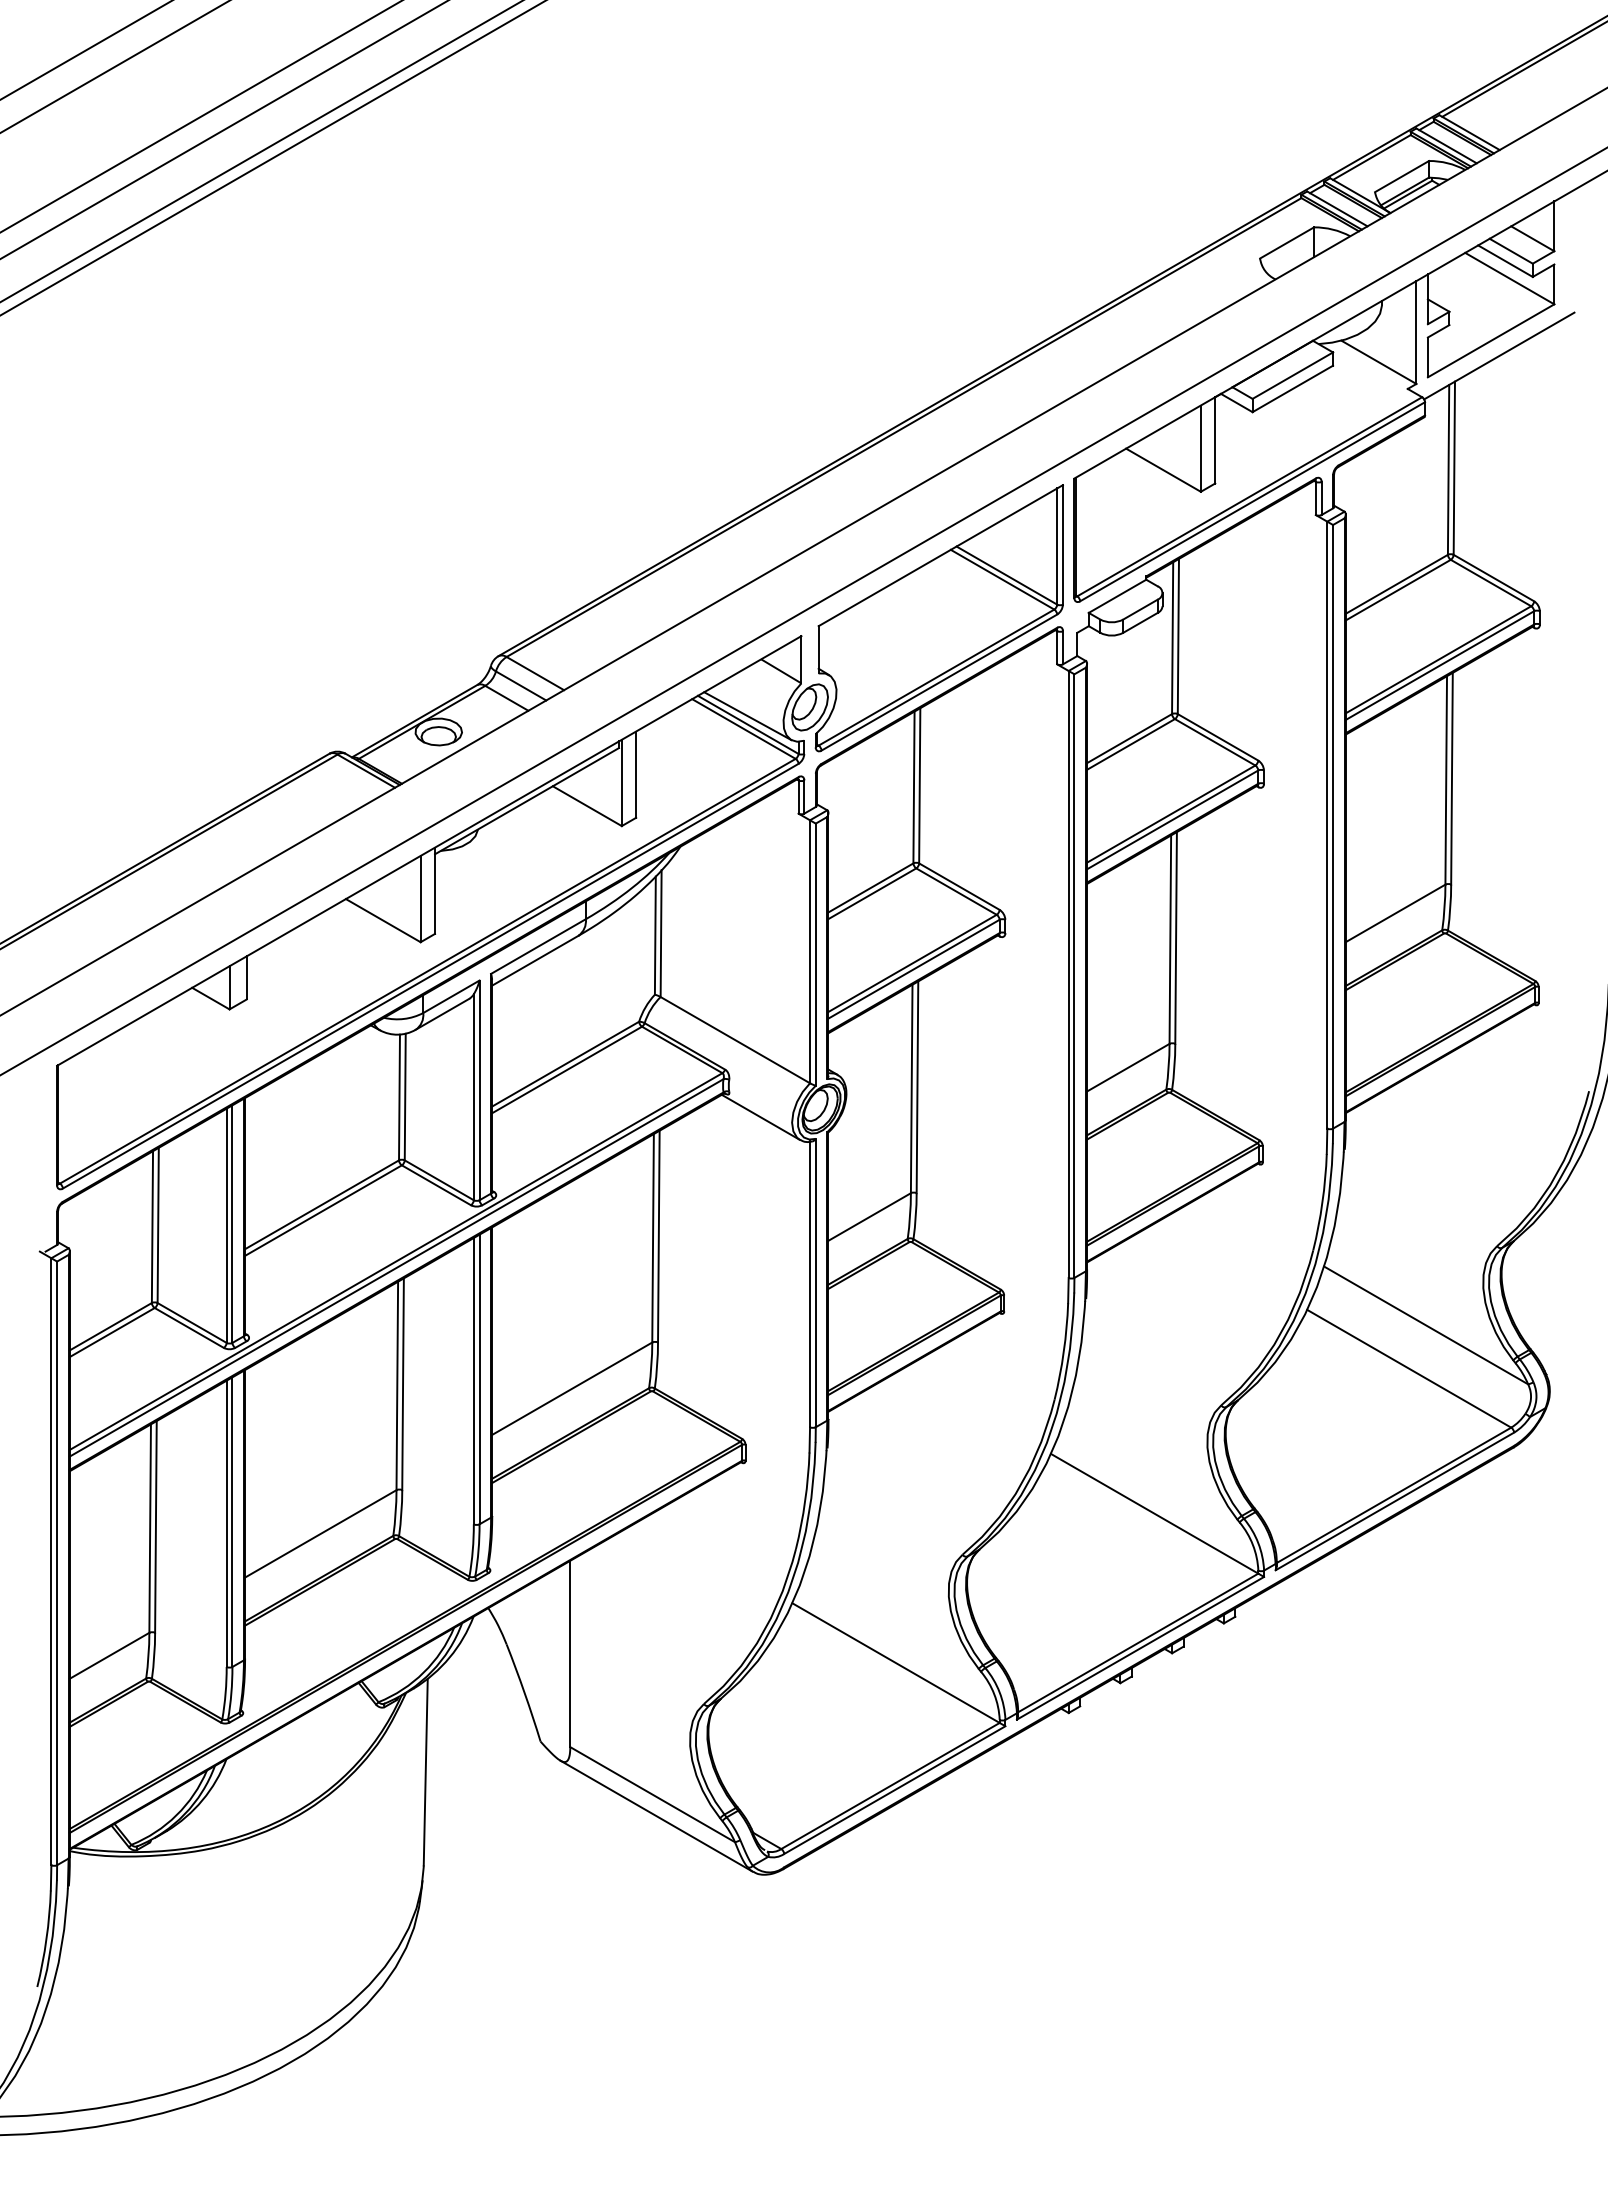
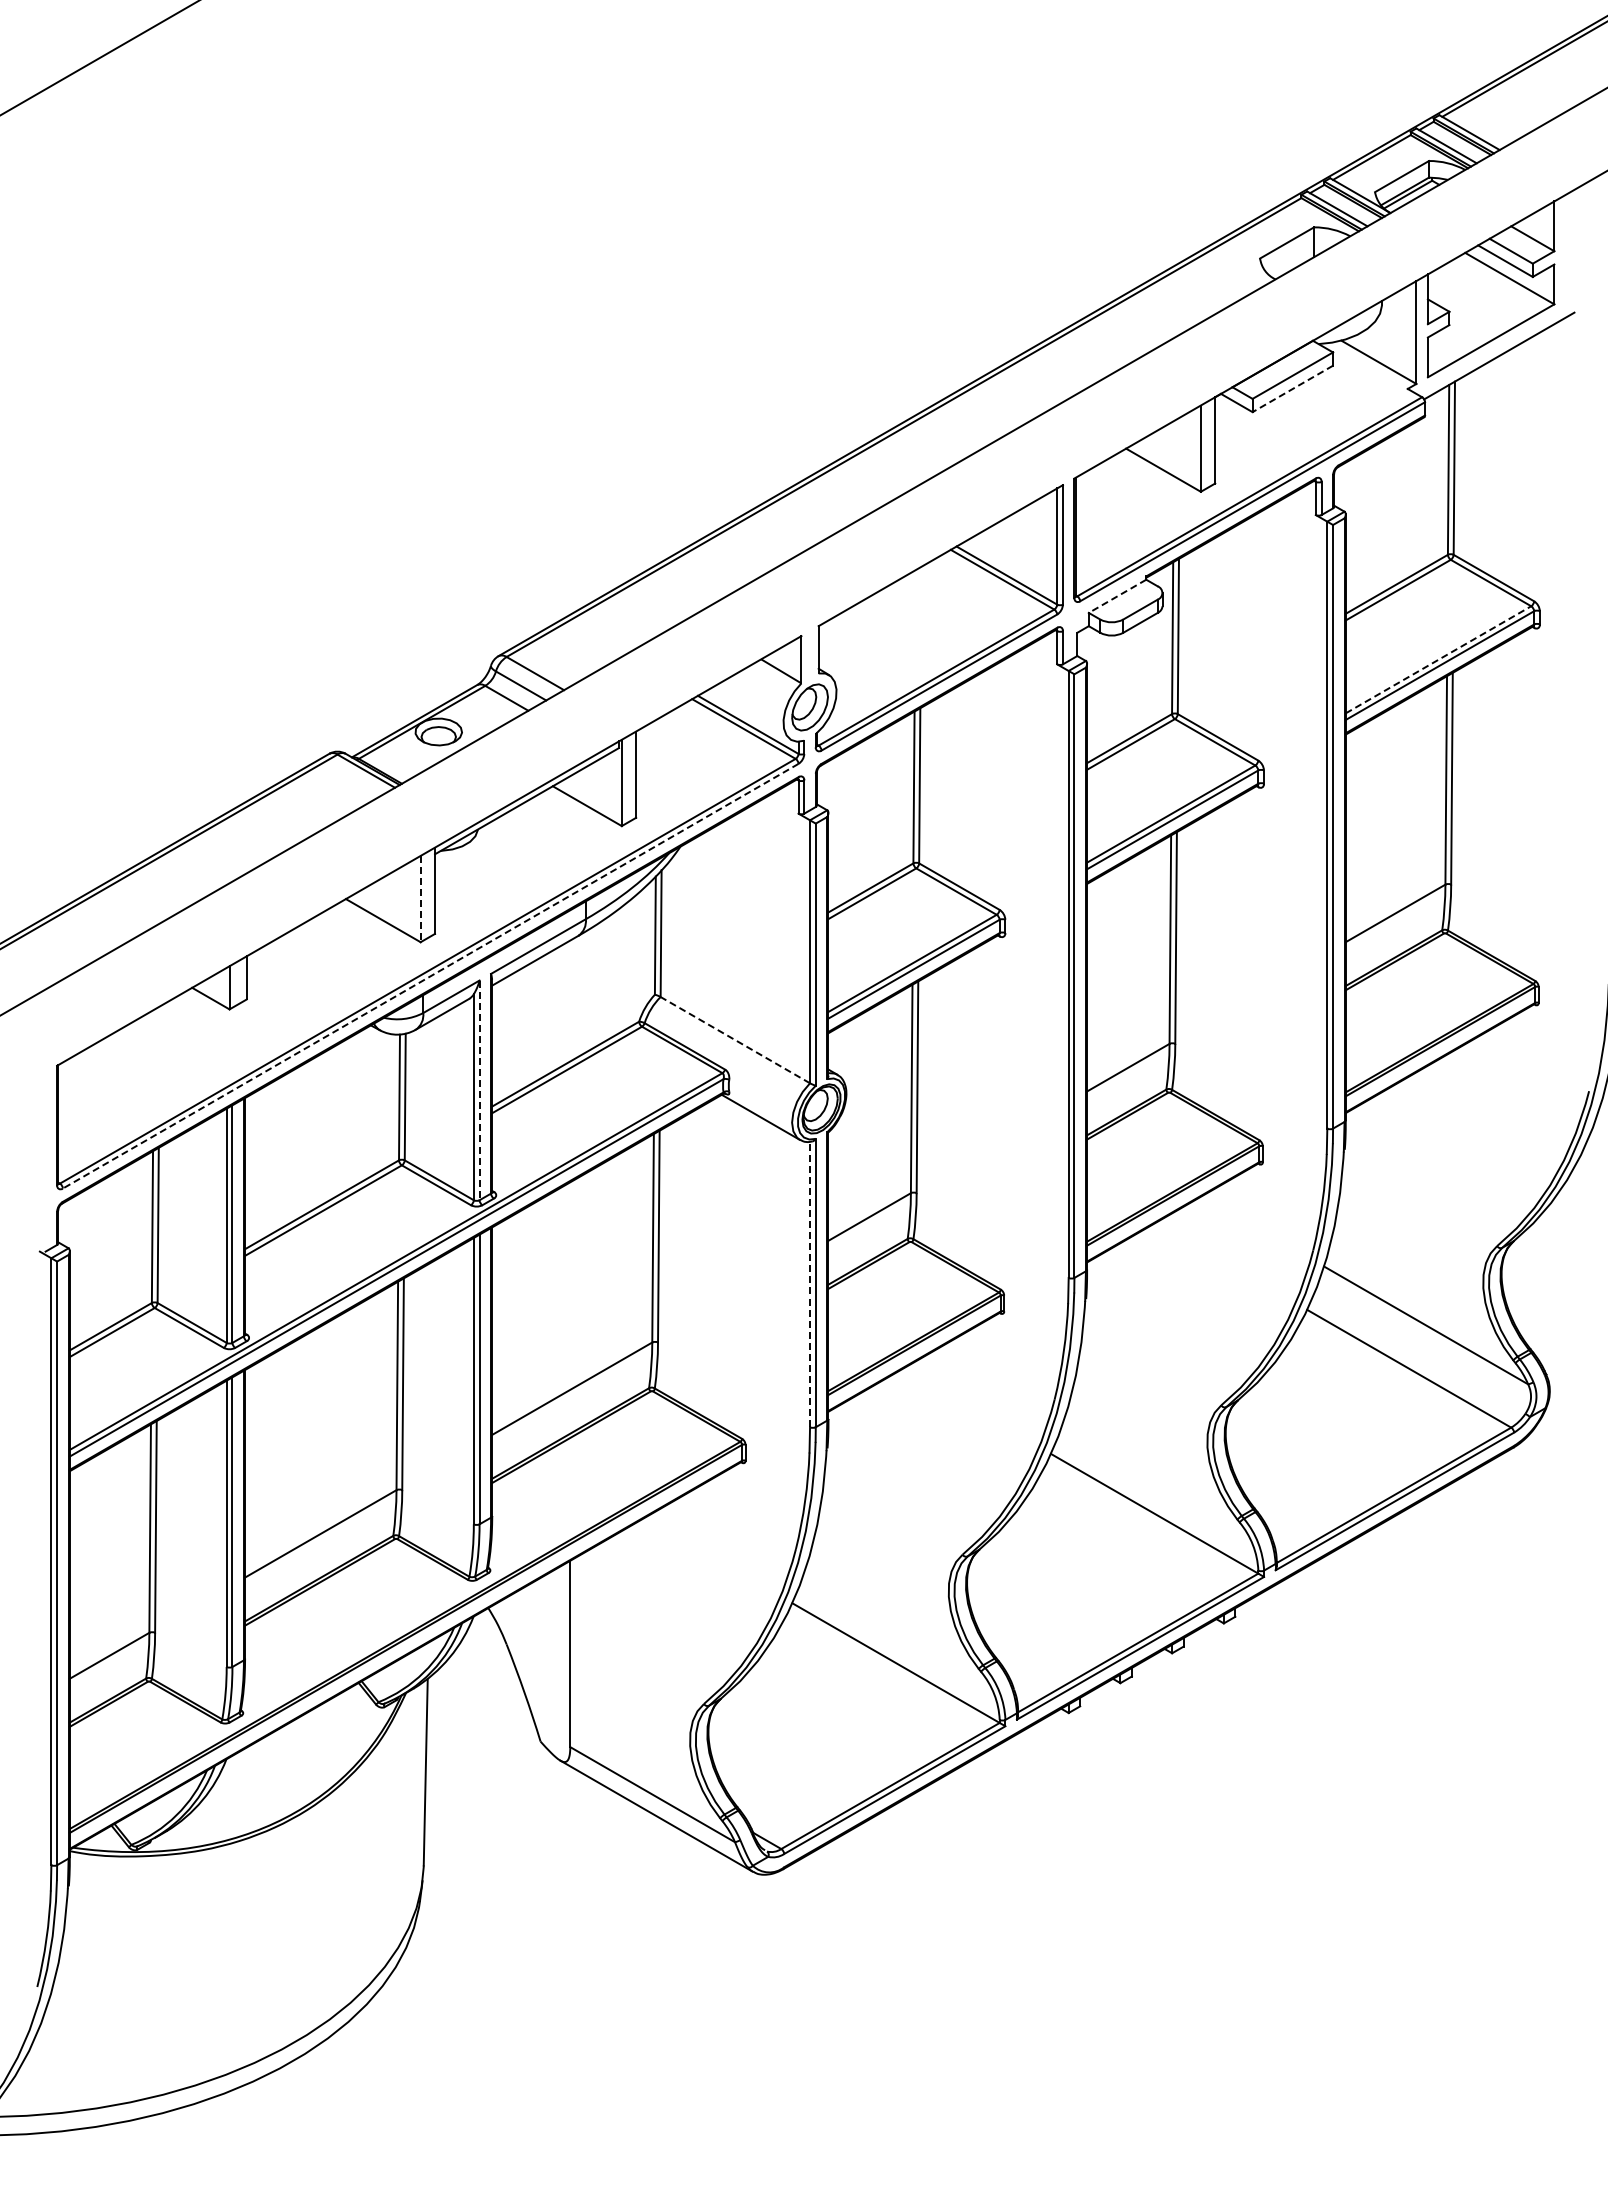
line at (85, 50): present -> none
line at (114, 66) position: (114, 66) -> (99, 58)
line at (200, 116): present -> none
line at (223, 130): present -> none
line at (261, 151): present -> none
line at (272, 158): present -> none
line at (1292, 389): solid -> dashed
line at (1117, 596): solid -> dashed
line at (803, 611): present -> none
line at (1438, 659): solid -> dashed
line at (747, 716): present -> none
line at (420, 899): solid -> dashed
line at (430, 976): solid -> dashed
line at (734, 1039): solid -> dashed
line at (479, 1090): solid -> dashed
line at (810, 1284): solid -> dashed
